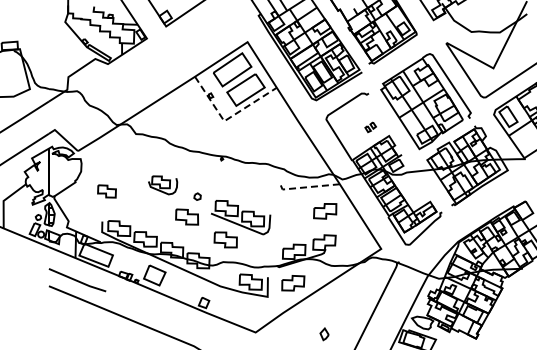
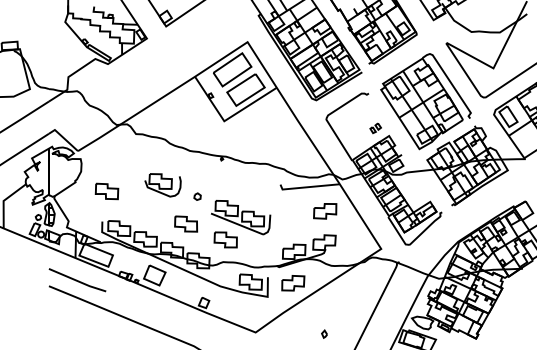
line at (227, 119): dashed -> solid
part at (370, 127) position: (370, 127) -> (375, 128)
part at (163, 185) size: 31x21 px -> 38x25 px
line at (307, 187): dashed -> solid
part at (106, 191) size: 20x15 px -> 26x19 px
part at (187, 216) position: (187, 216) -> (186, 223)
part at (324, 334) size: 11x15 px -> 7x10 px
